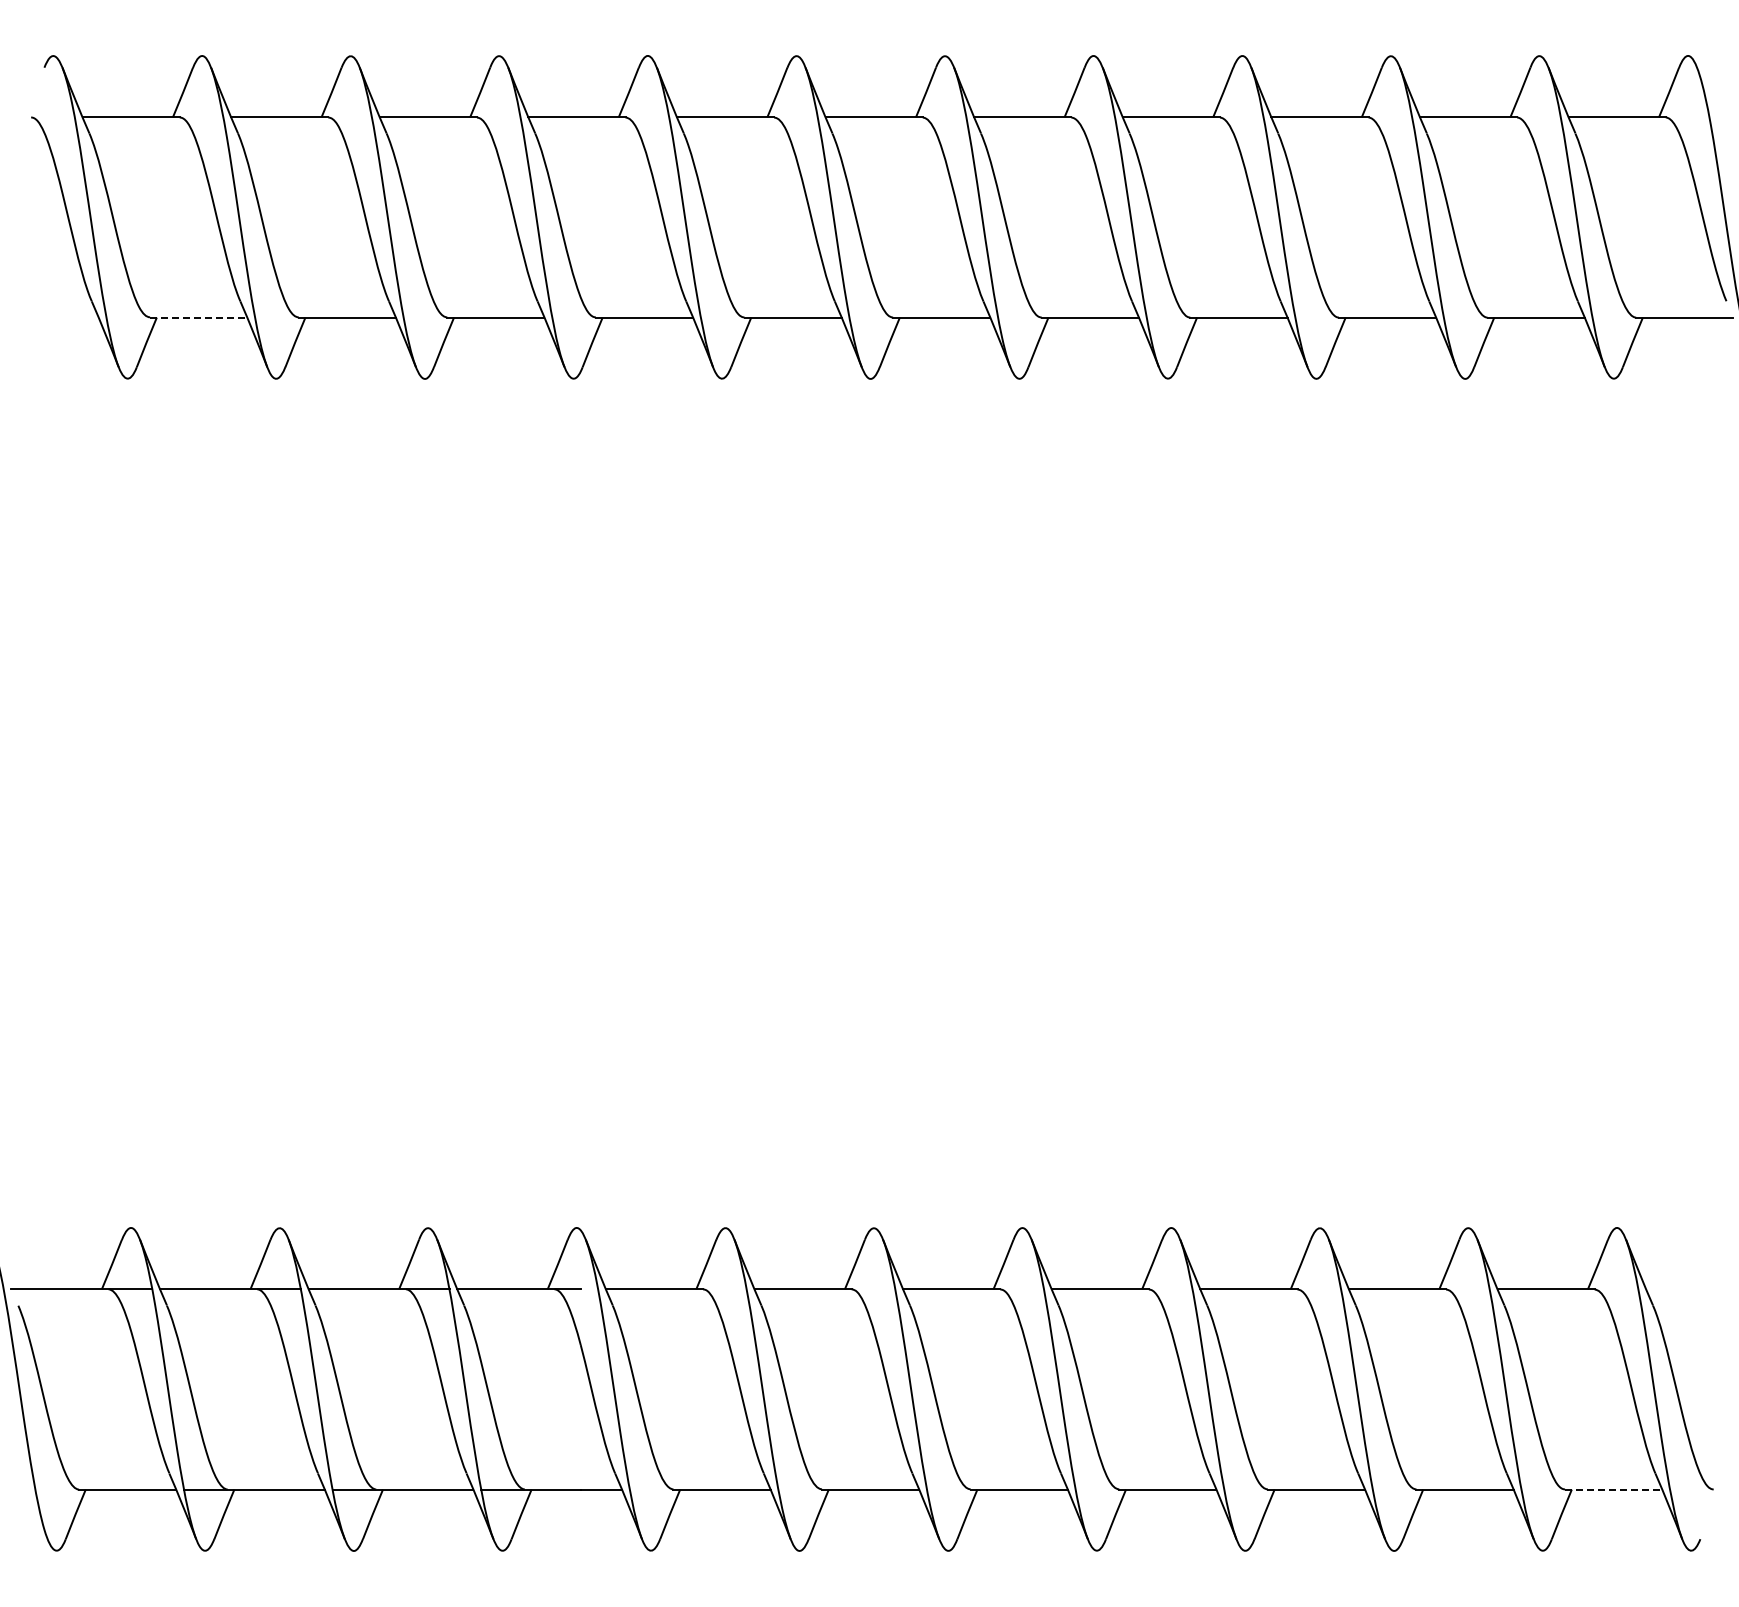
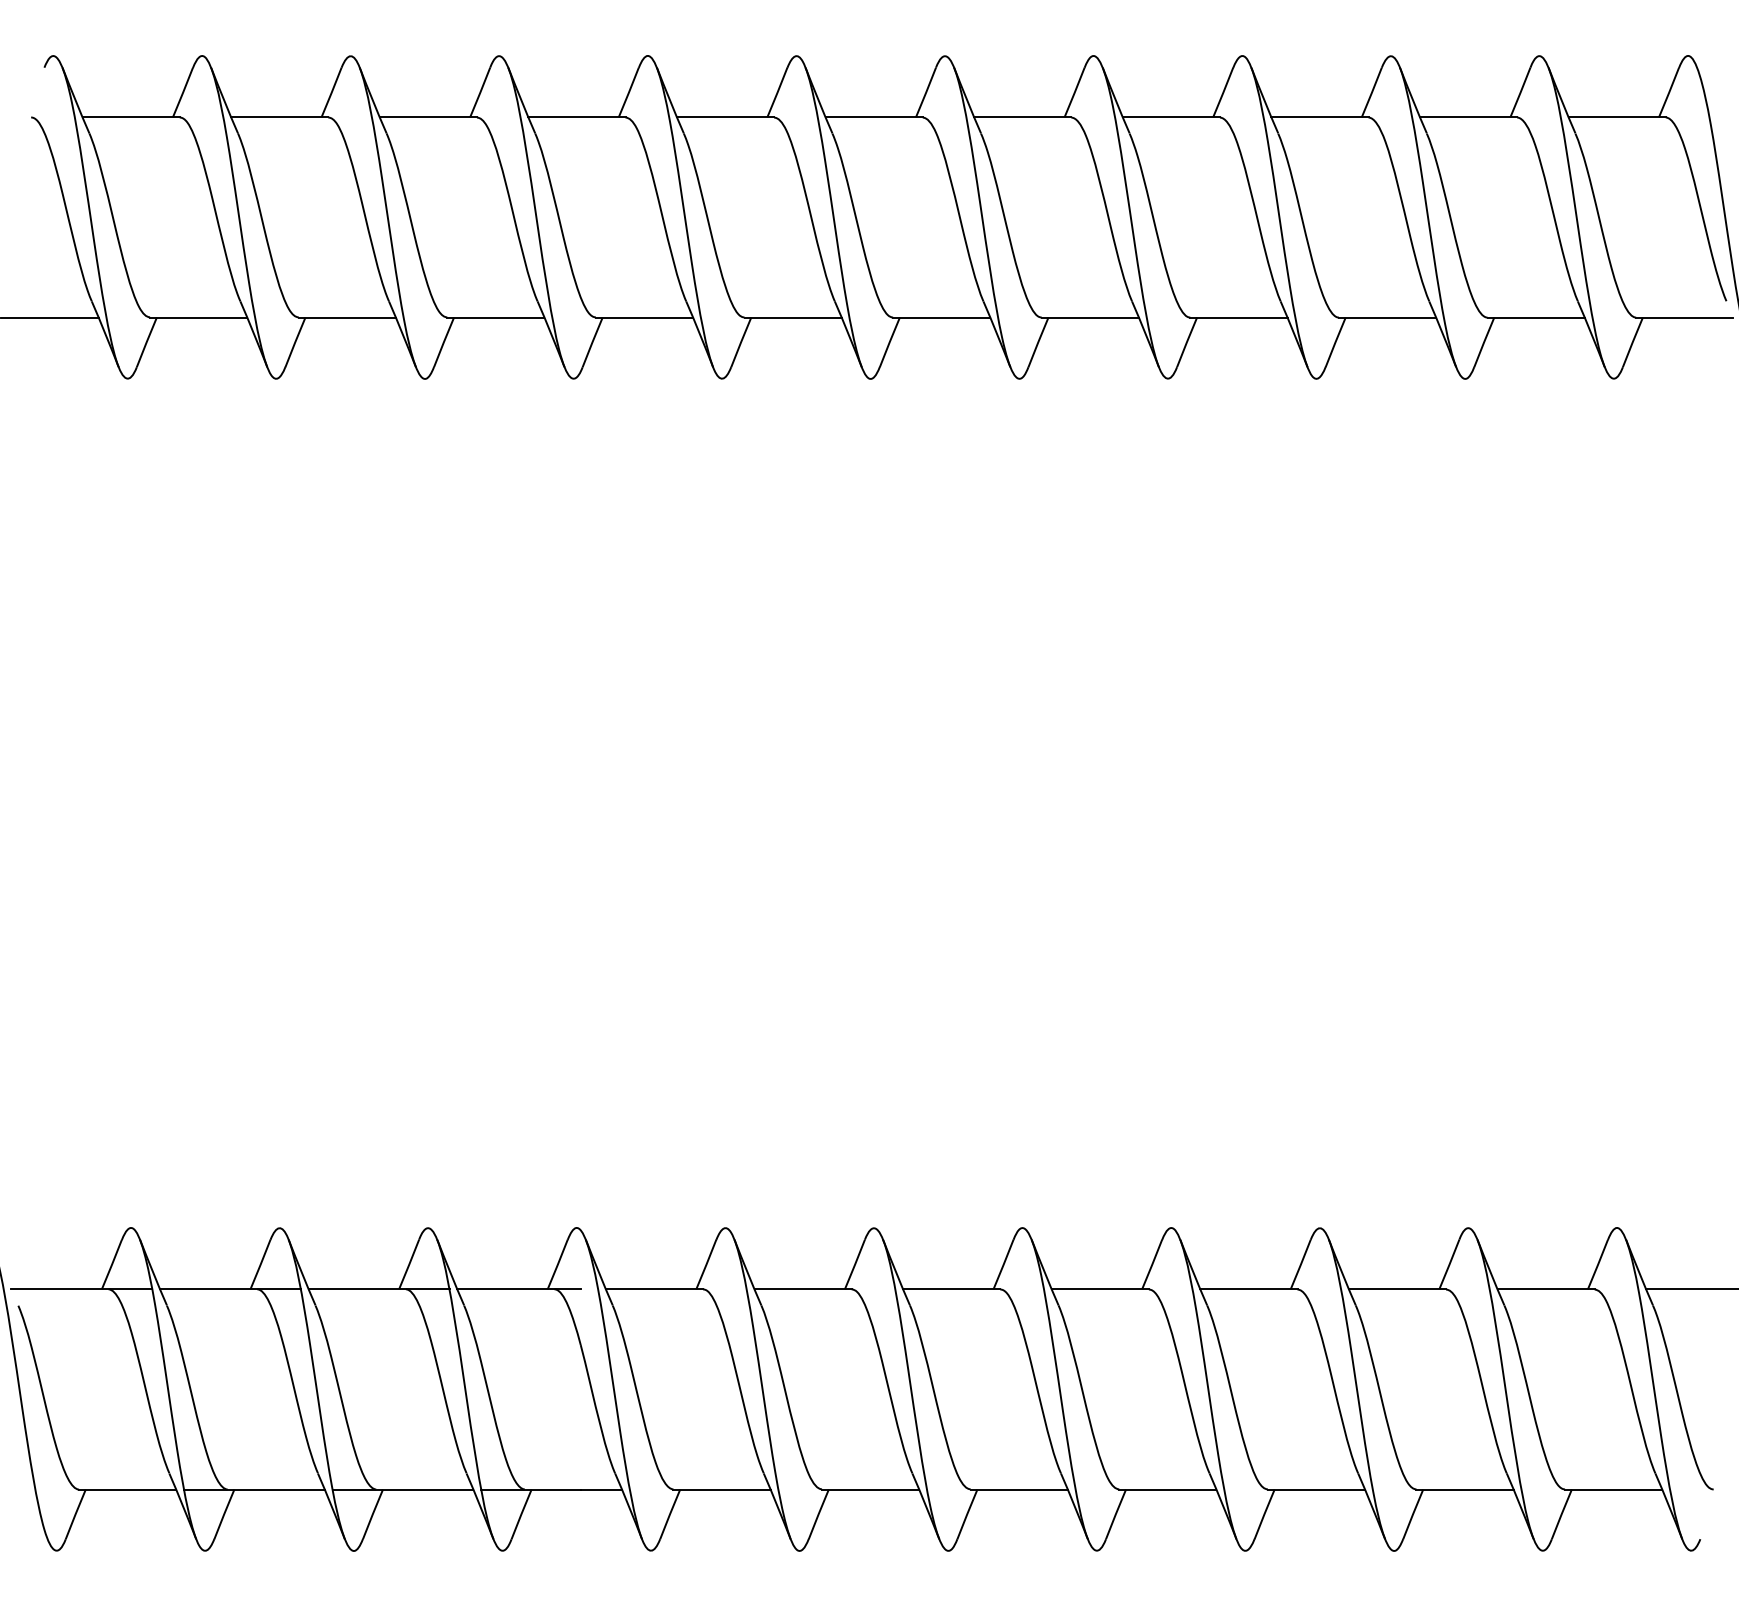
line at (50, 317): none -> present
line at (198, 317): dashed -> solid
line at (1690, 1289): none -> present
line at (1613, 1489): dashed -> solid
